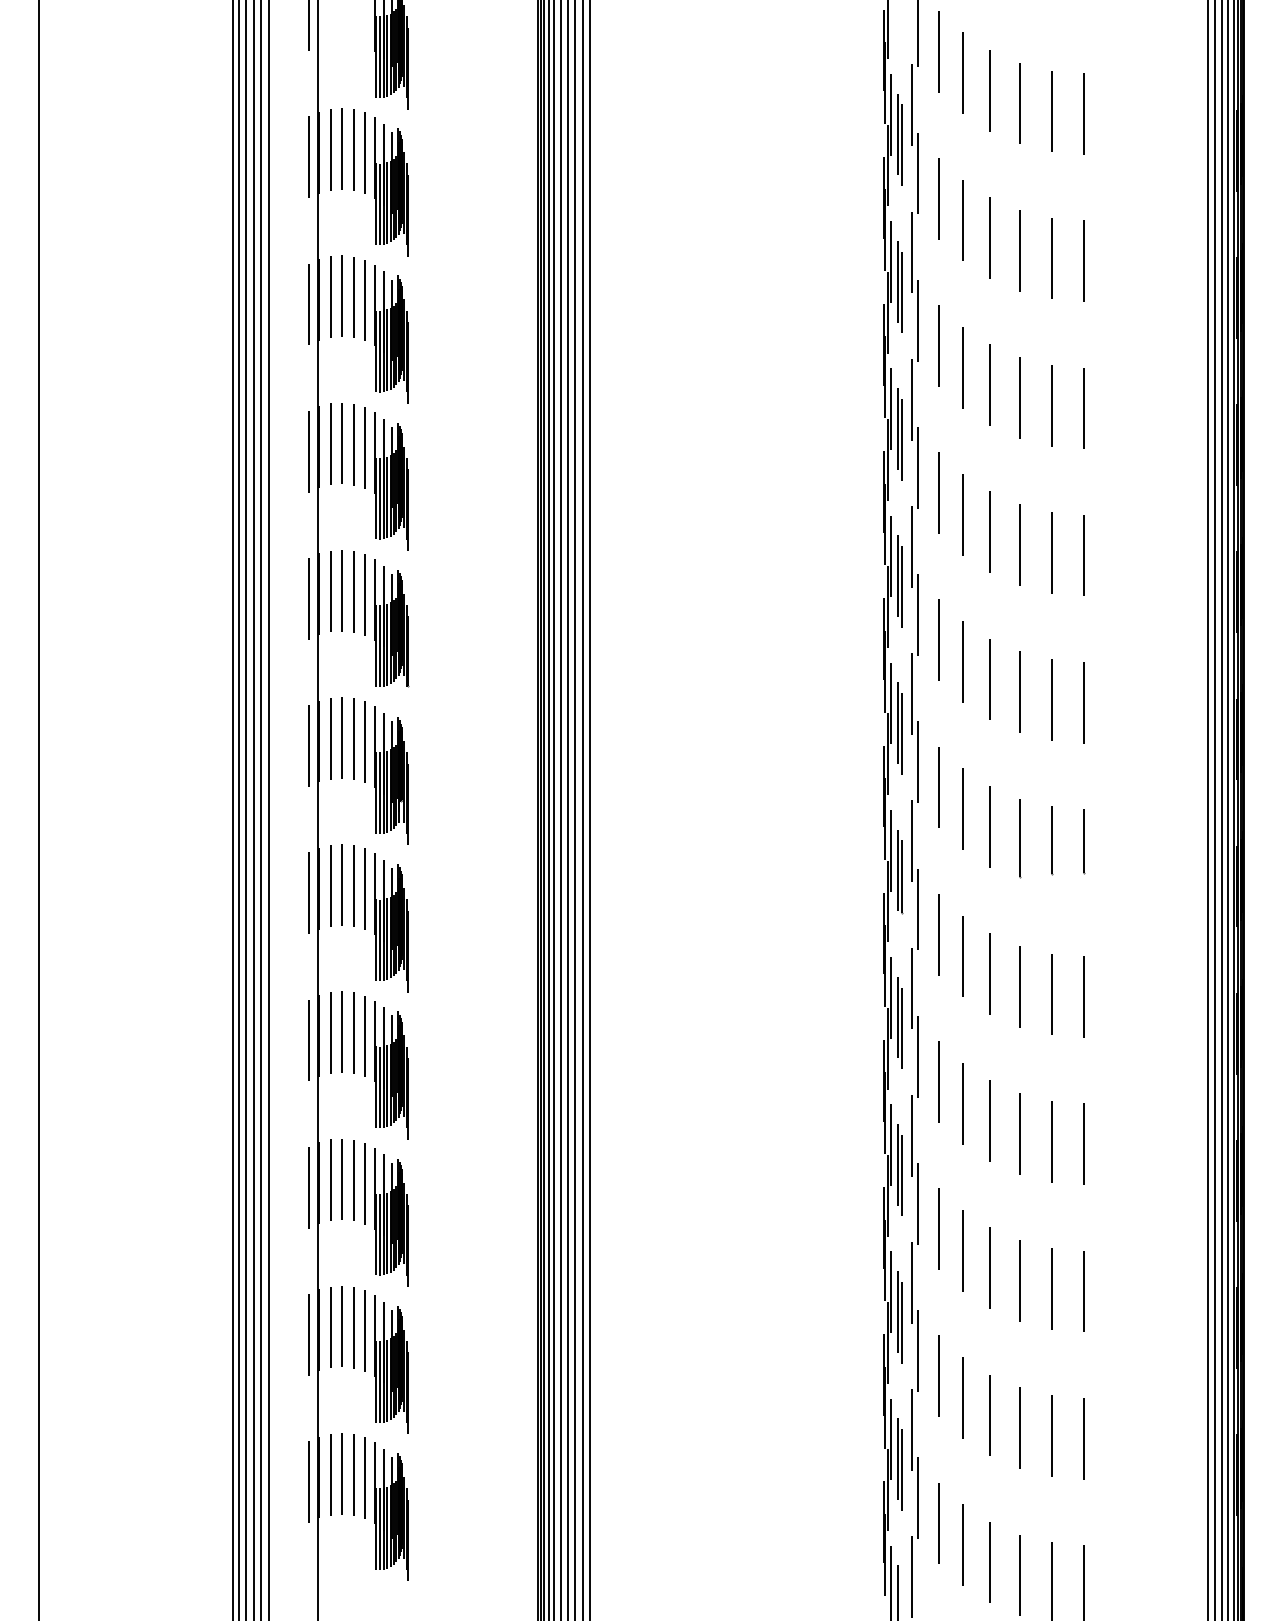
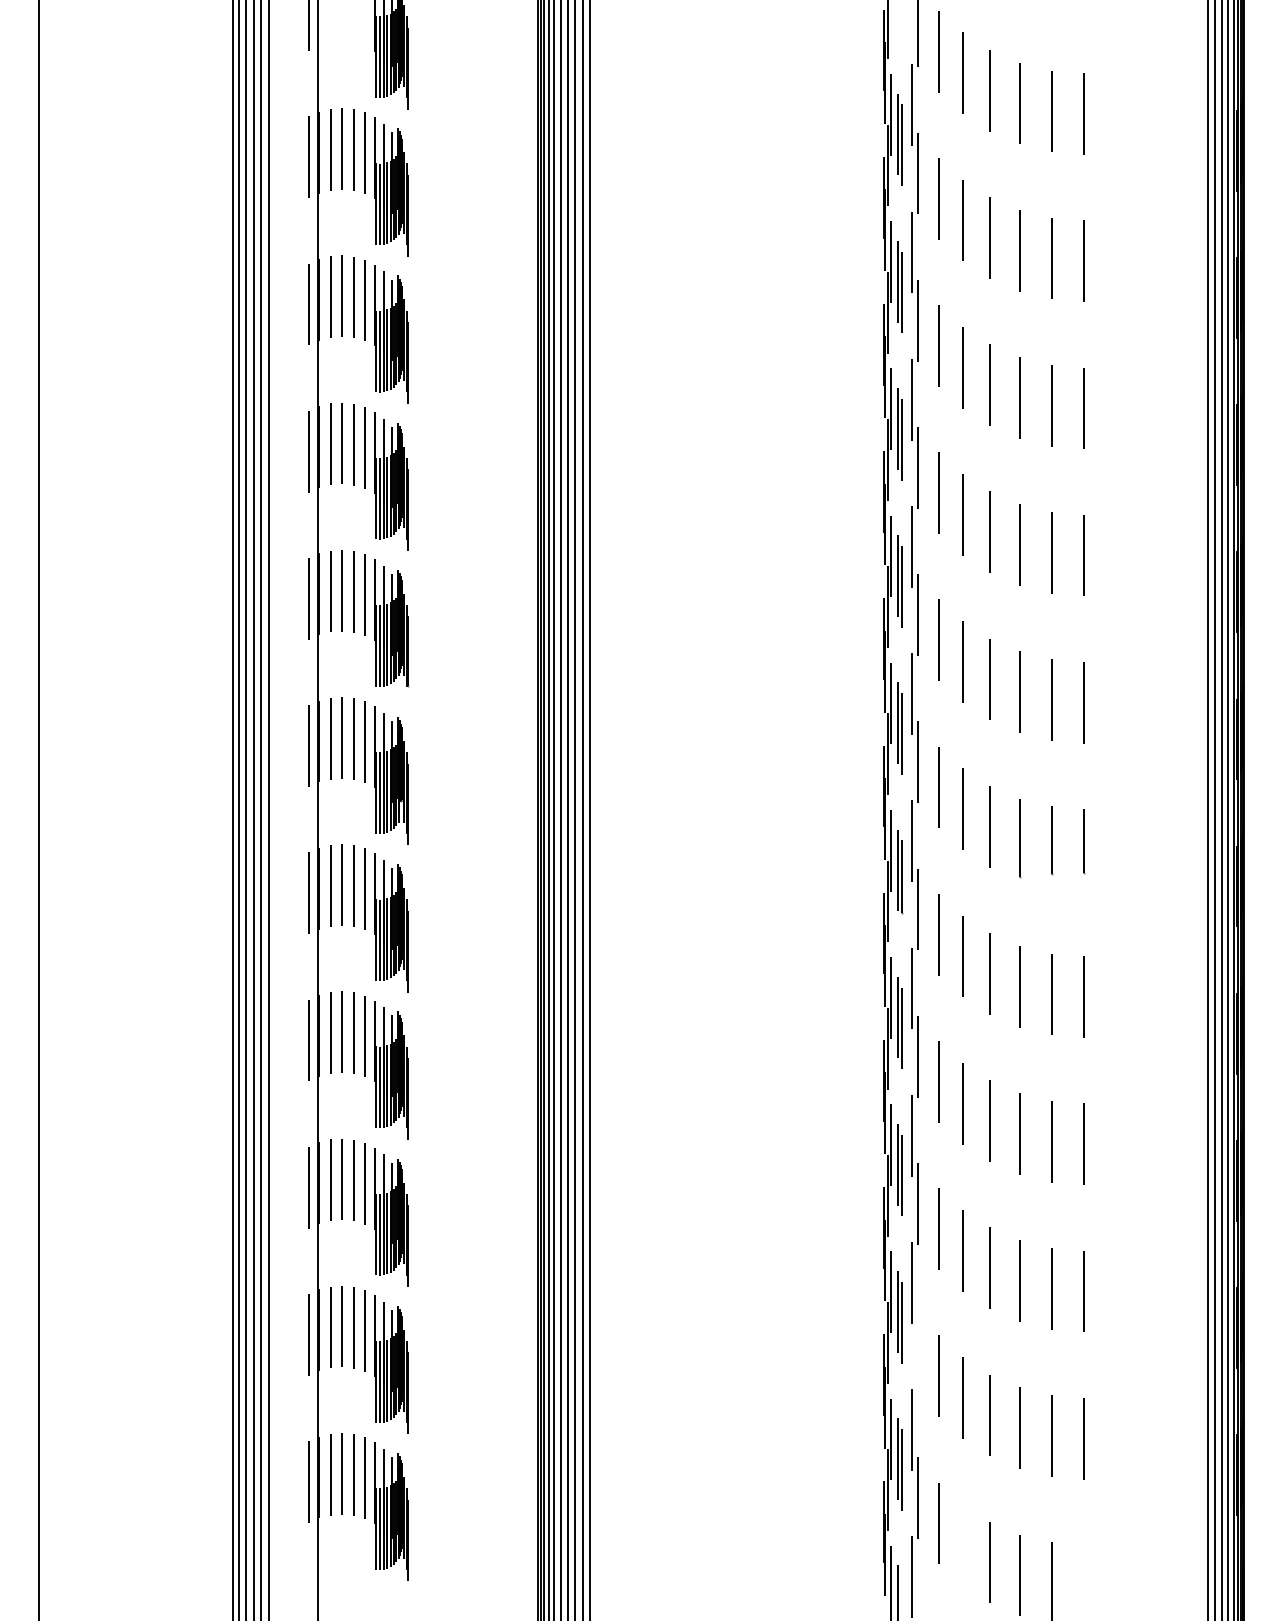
line at (918, 1350): present -> none
line at (962, 1545): present -> none
line at (1083, 1581): present -> none
